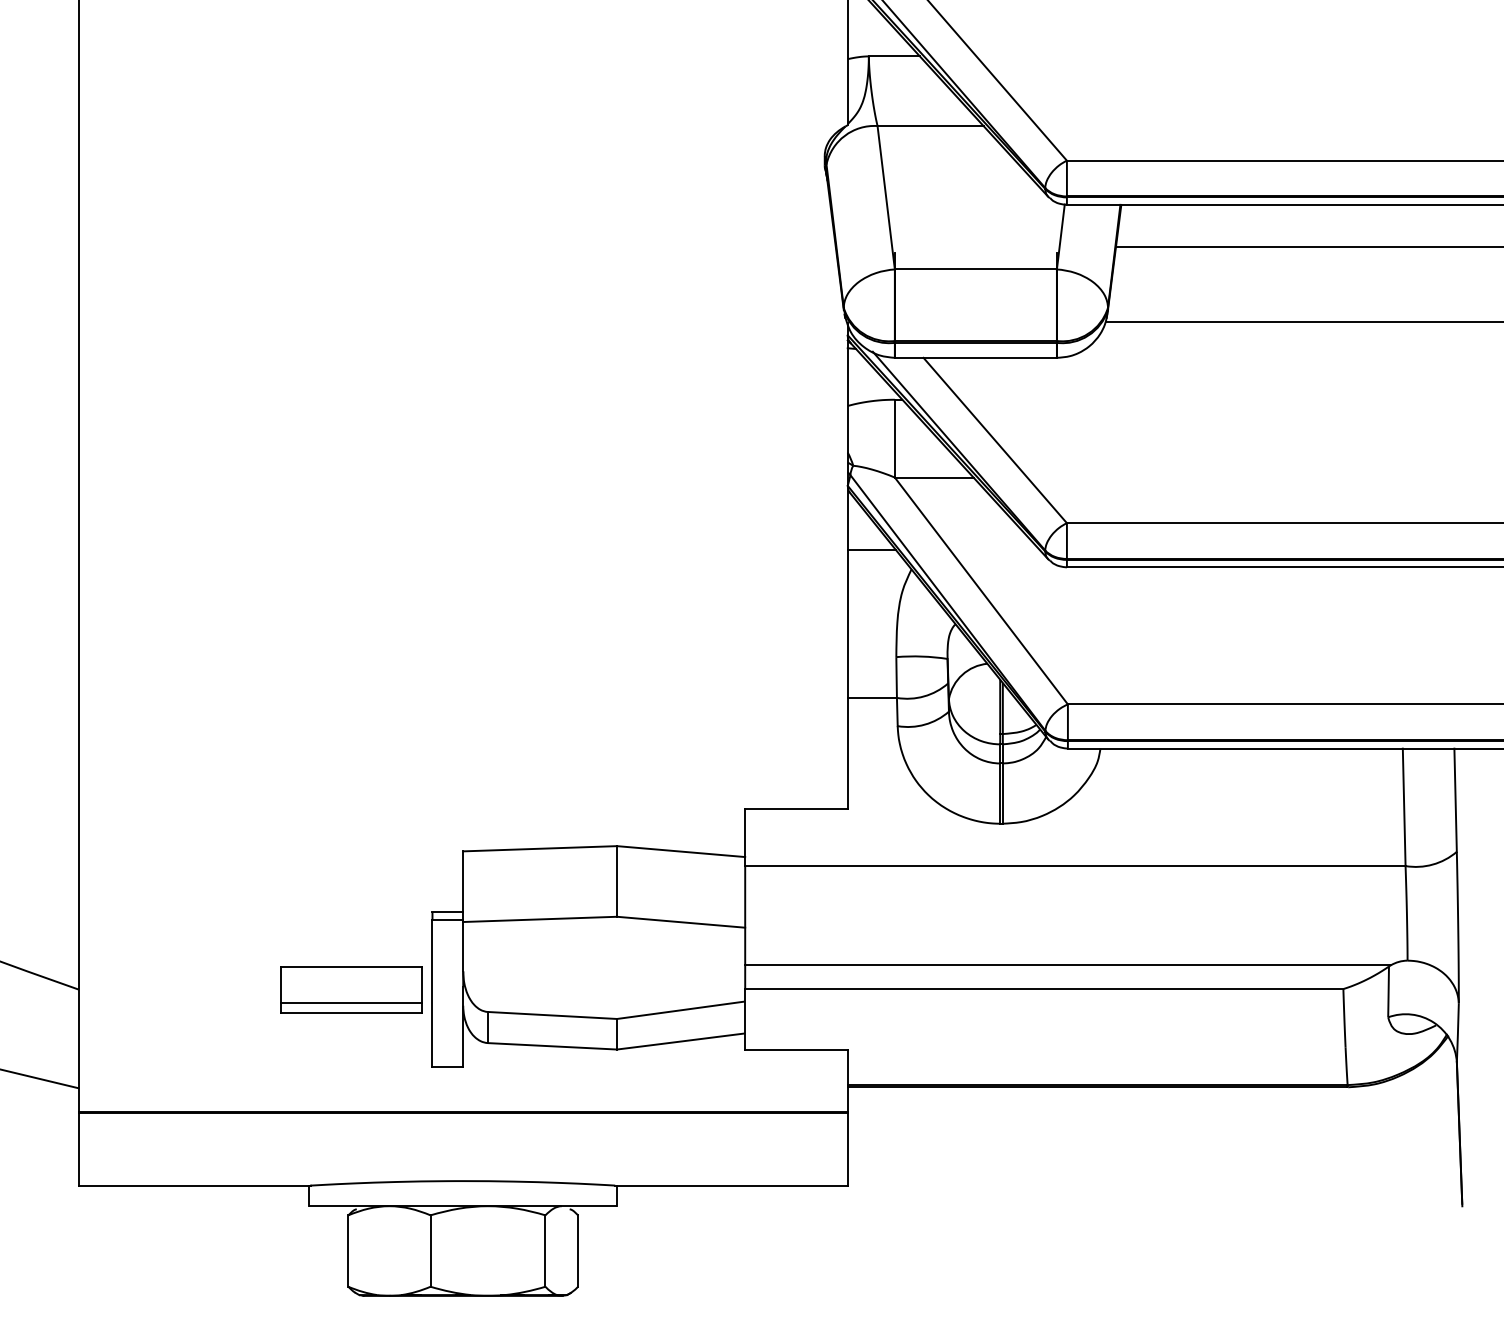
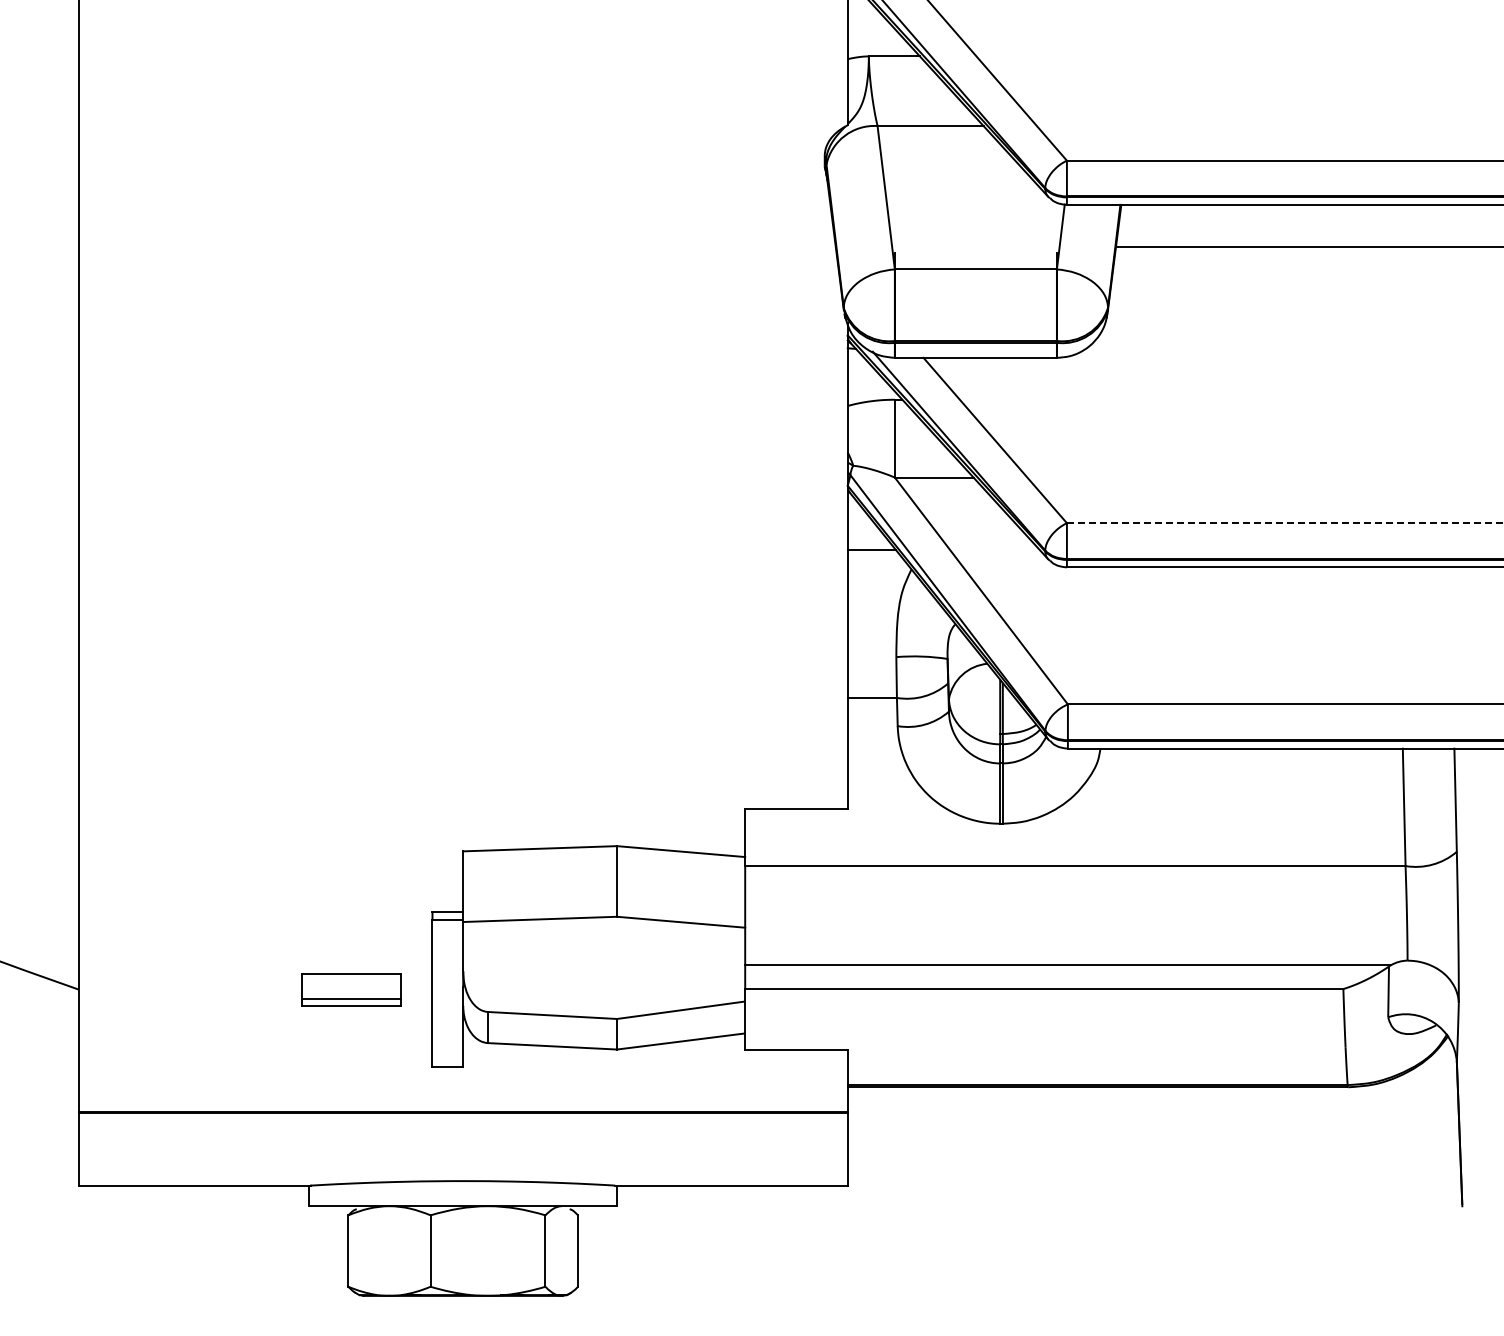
line at (1302, 321): present -> none
line at (1285, 523): solid -> dashed
part at (351, 989) size: 143x48 px -> 101x34 px
line at (40, 1079): present -> none
